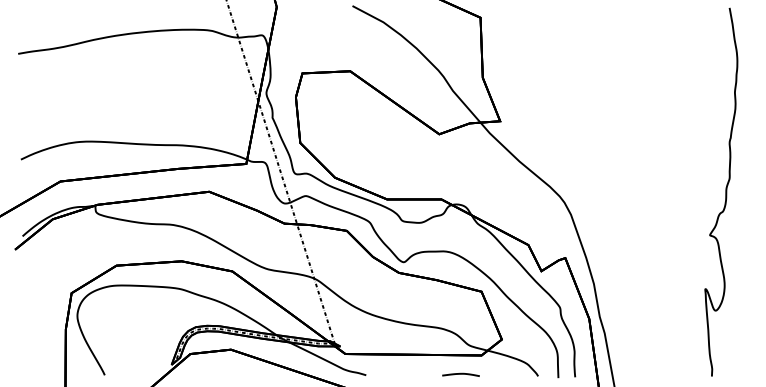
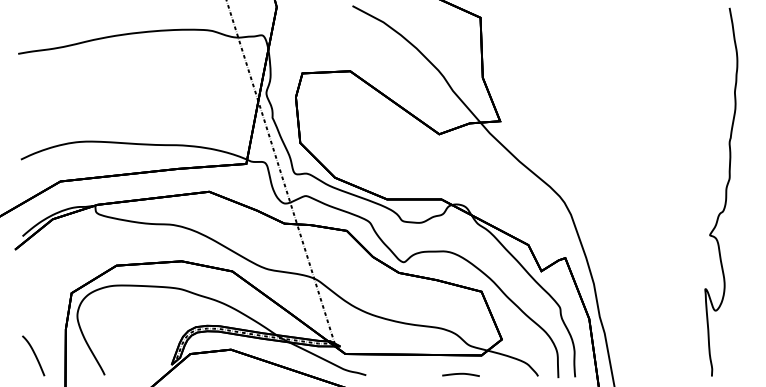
curve at (34, 355): none -> present
